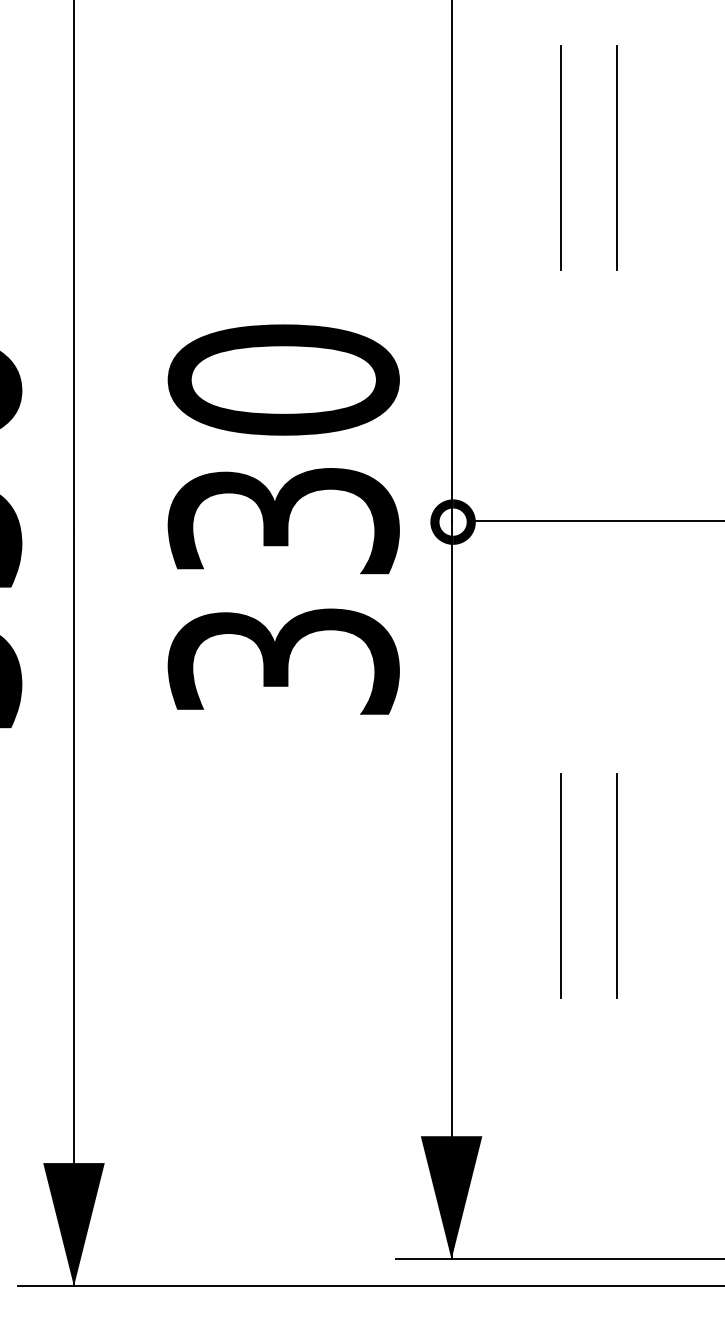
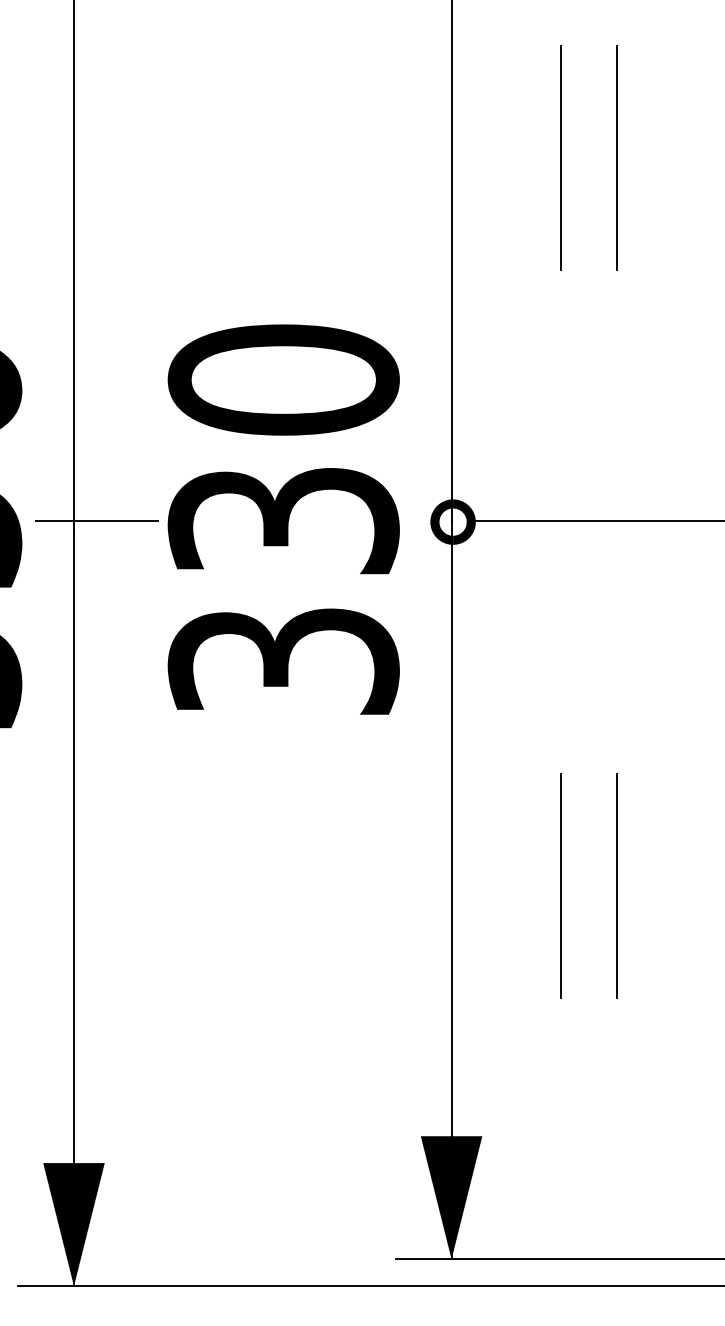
line at (96, 520): none -> present
